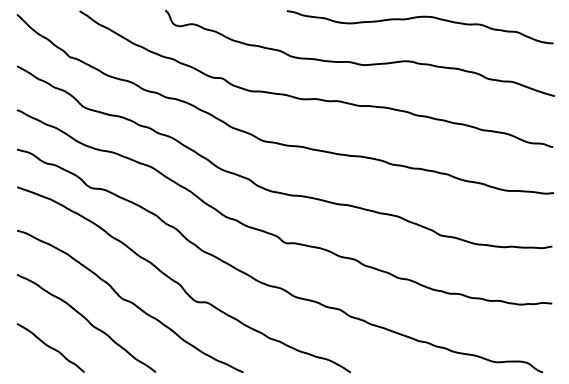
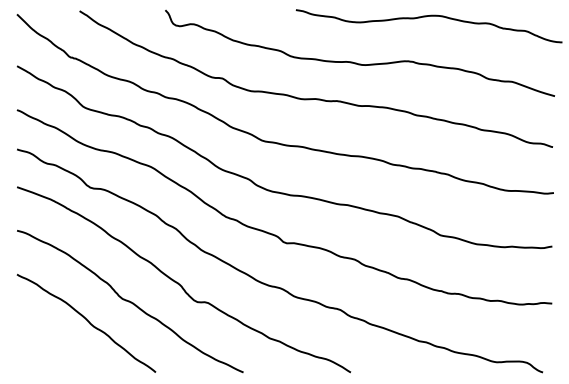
curve at (417, 18) position: (417, 18) -> (426, 17)
curve at (50, 347): present -> none
